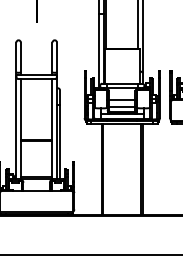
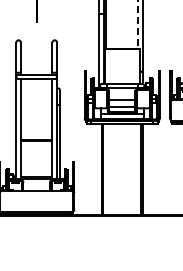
line at (138, 25): solid -> dashed
line at (90, 254): present -> none
